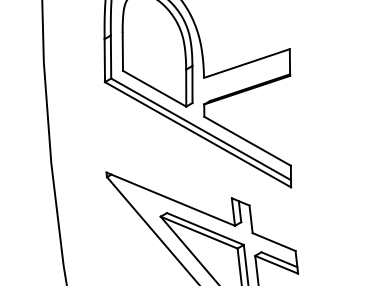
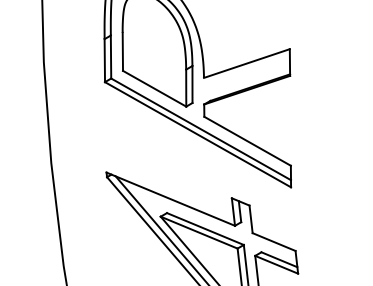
line at (160, 229): none -> present
